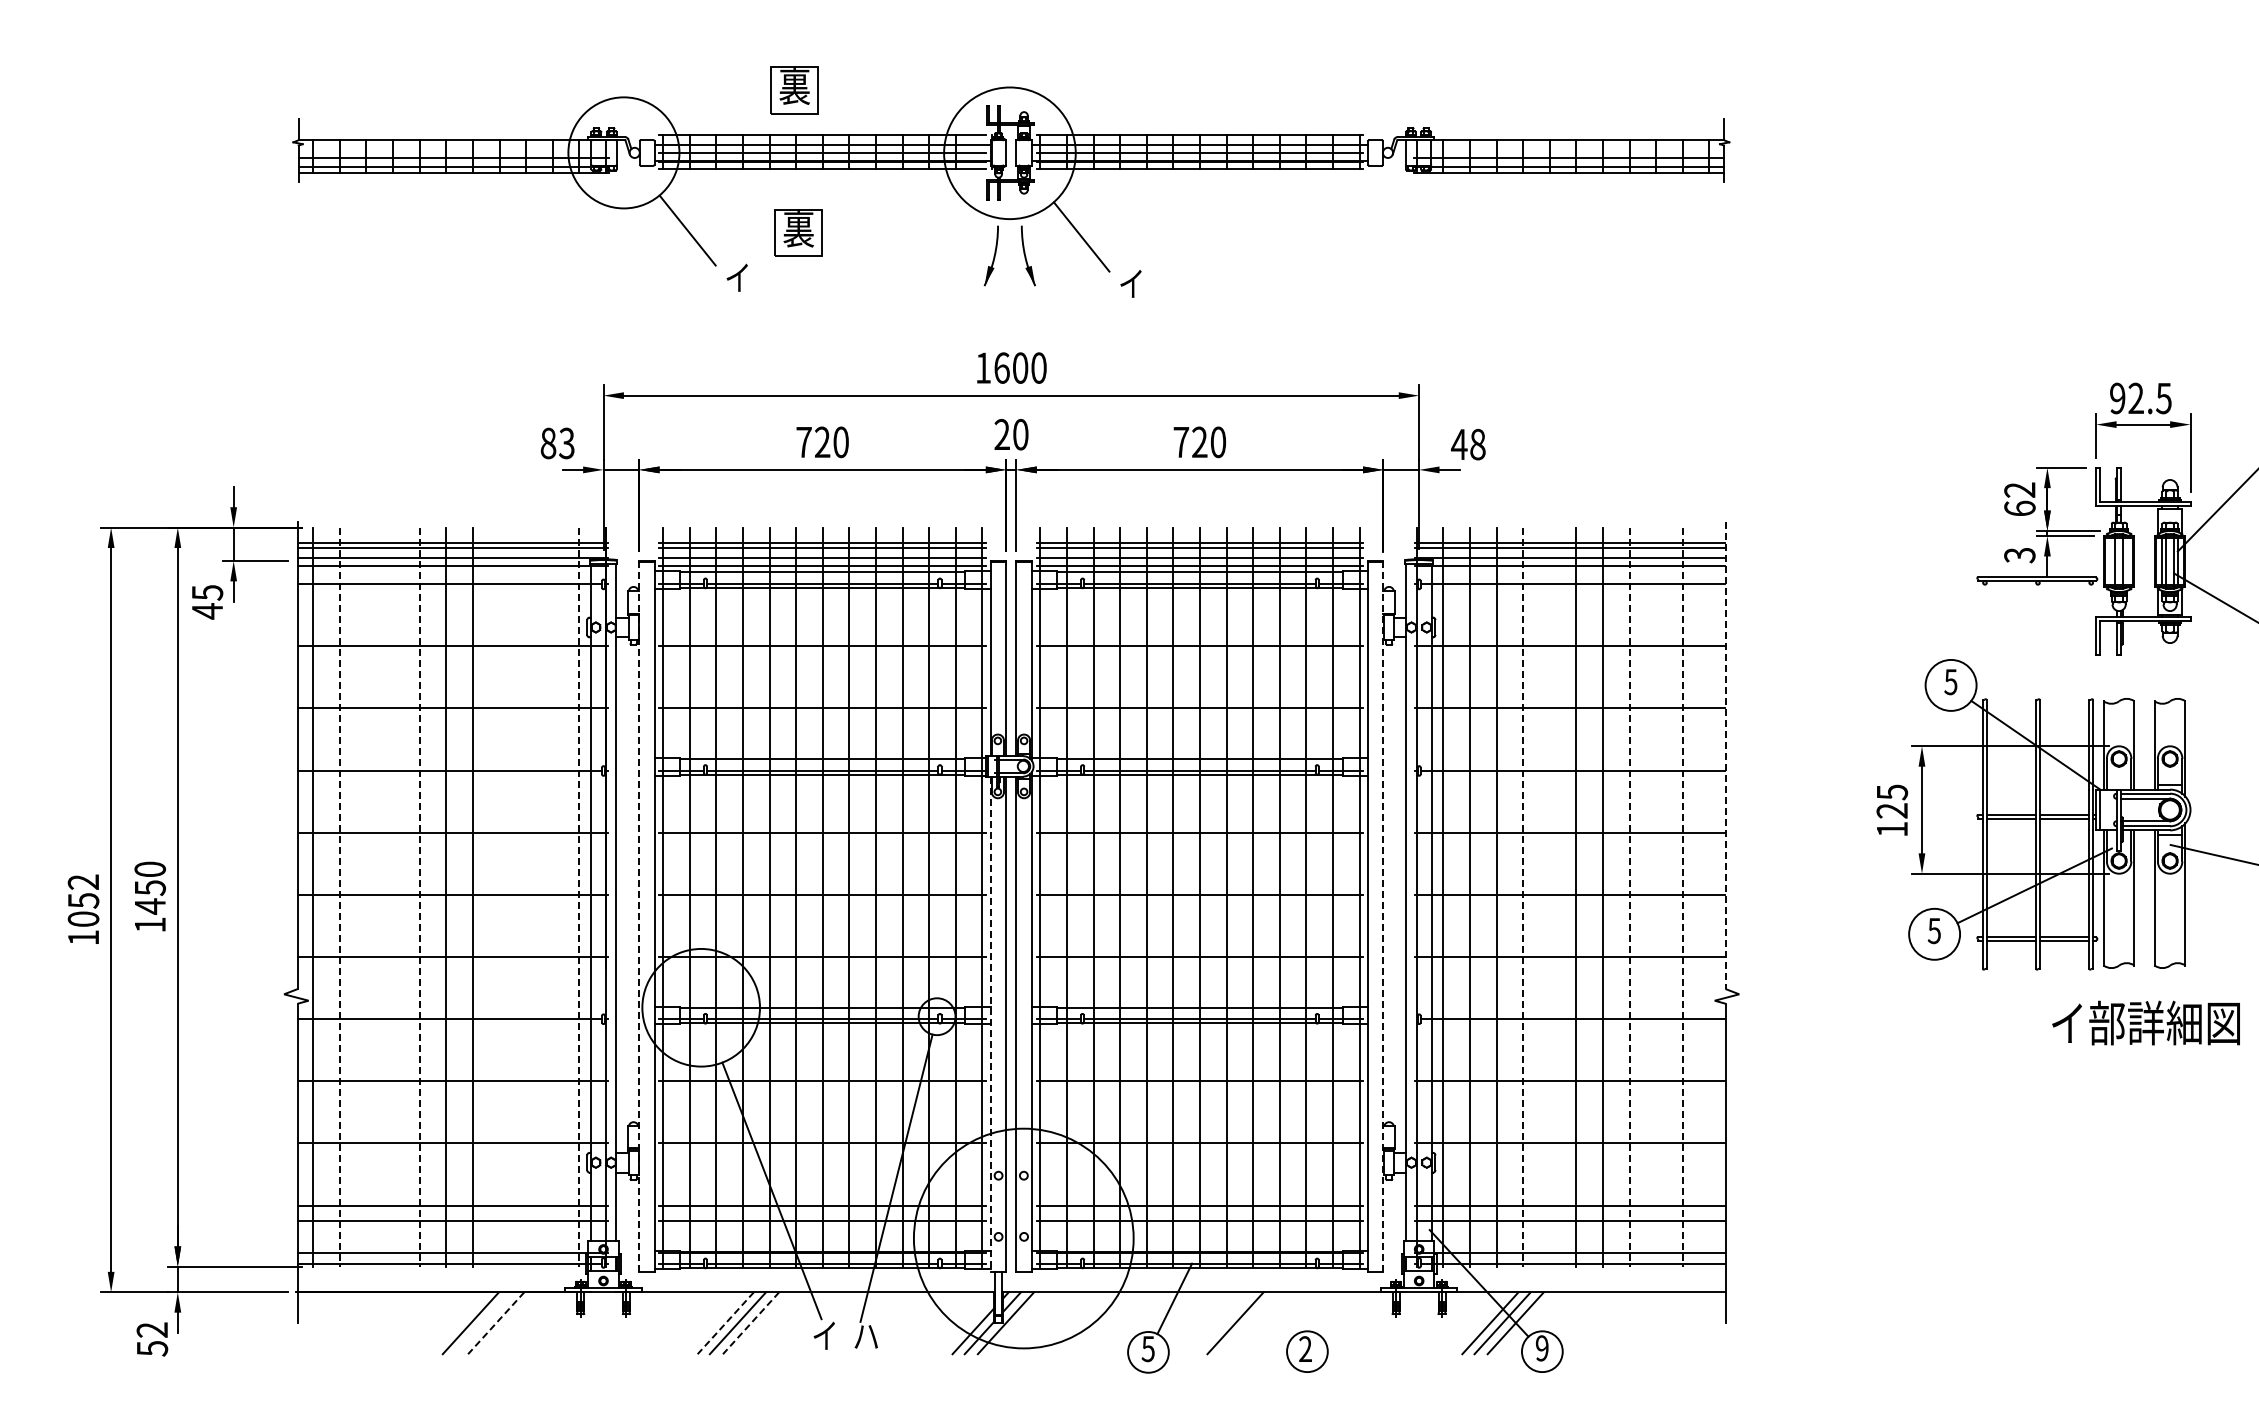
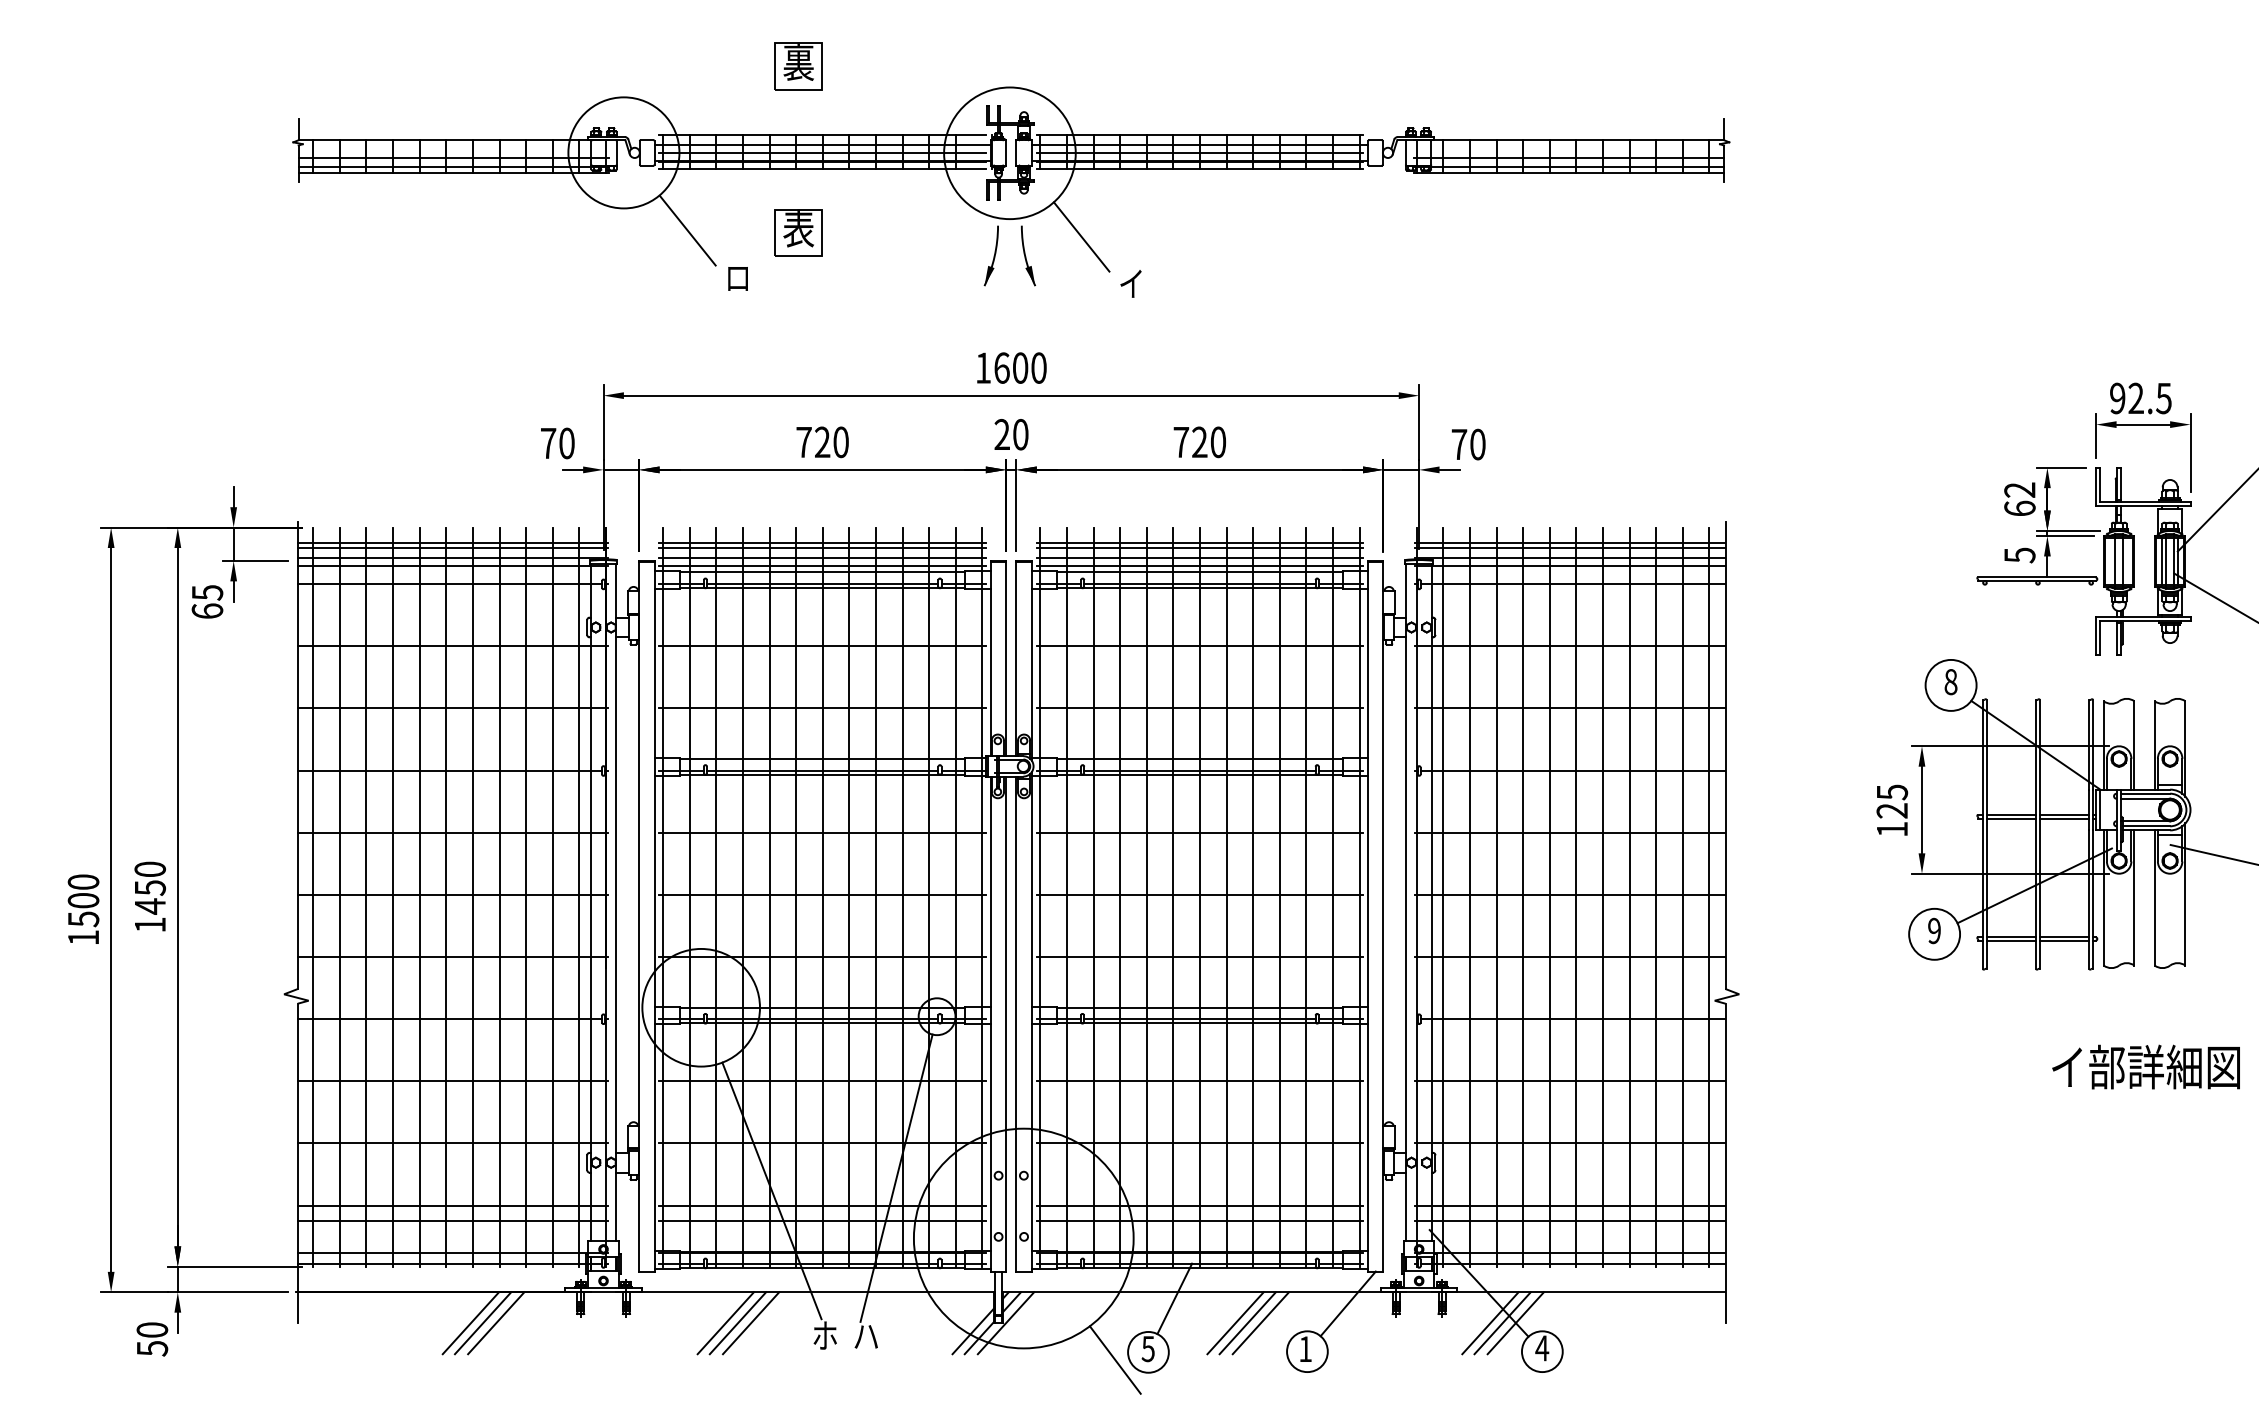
part at (794, 90) position: (794, 90) -> (798, 66)
text at (798, 229): 裏 -> 表
text at (736, 277): イ -> ロ
text at (557, 443): 83 -> 70
text at (1468, 444): 48 -> 70
text at (2019, 554): 3 -> 5
text at (207, 611): 45 -> 65
text at (1950, 682): 5 -> 8
line at (1725, 756): dashed -> solid
line at (366, 896): none -> present
line at (393, 896): none -> present
line at (499, 896): none -> present
line at (526, 896): none -> present
line at (552, 896): none -> present
line at (1549, 896): none -> present
line at (1656, 896): none -> present
line at (1709, 896): none -> present
line at (339, 897): dashed -> solid
line at (419, 897): dashed -> solid
line at (579, 897): dashed -> solid
line at (1523, 897): dashed -> solid
line at (1629, 897): dashed -> solid
line at (1682, 897): dashed -> solid
text at (83, 900): 1052 -> 1500
line at (639, 916): dashed -> solid
line at (1383, 916): dashed -> solid
text at (1933, 930): 5 -> 9
text at (2145, 1022) position: (2145, 1022) -> (2145, 1066)
line at (990, 1024): dashed -> solid
line at (1347, 1303): none -> present
line at (482, 1323): none -> present
line at (496, 1323): dashed -> solid
line at (725, 1323): dashed -> solid
line at (751, 1323): dashed -> solid
line at (1247, 1323): none -> present
line at (1260, 1323): none -> present
text at (152, 1329): 52 -> 50
text at (824, 1335): イ -> ホ
text at (1305, 1348): 2 -> 1
text at (1542, 1348): 9 -> 4
line at (1114, 1359): none -> present
